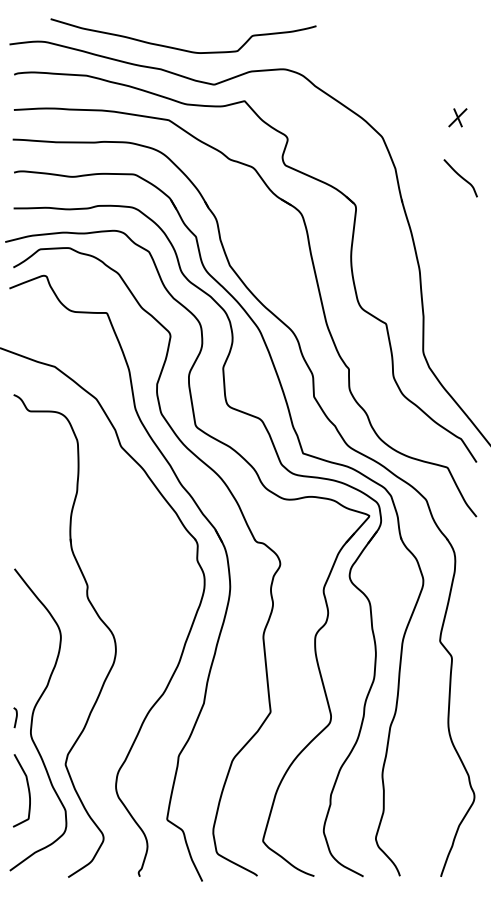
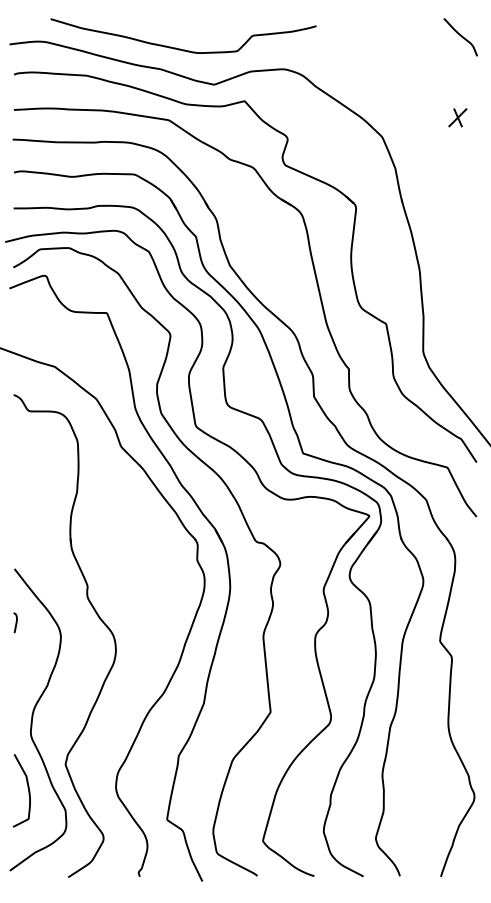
curve at (460, 177) position: (460, 177) -> (460, 36)
curve at (15, 717) position: (15, 717) -> (15, 622)
